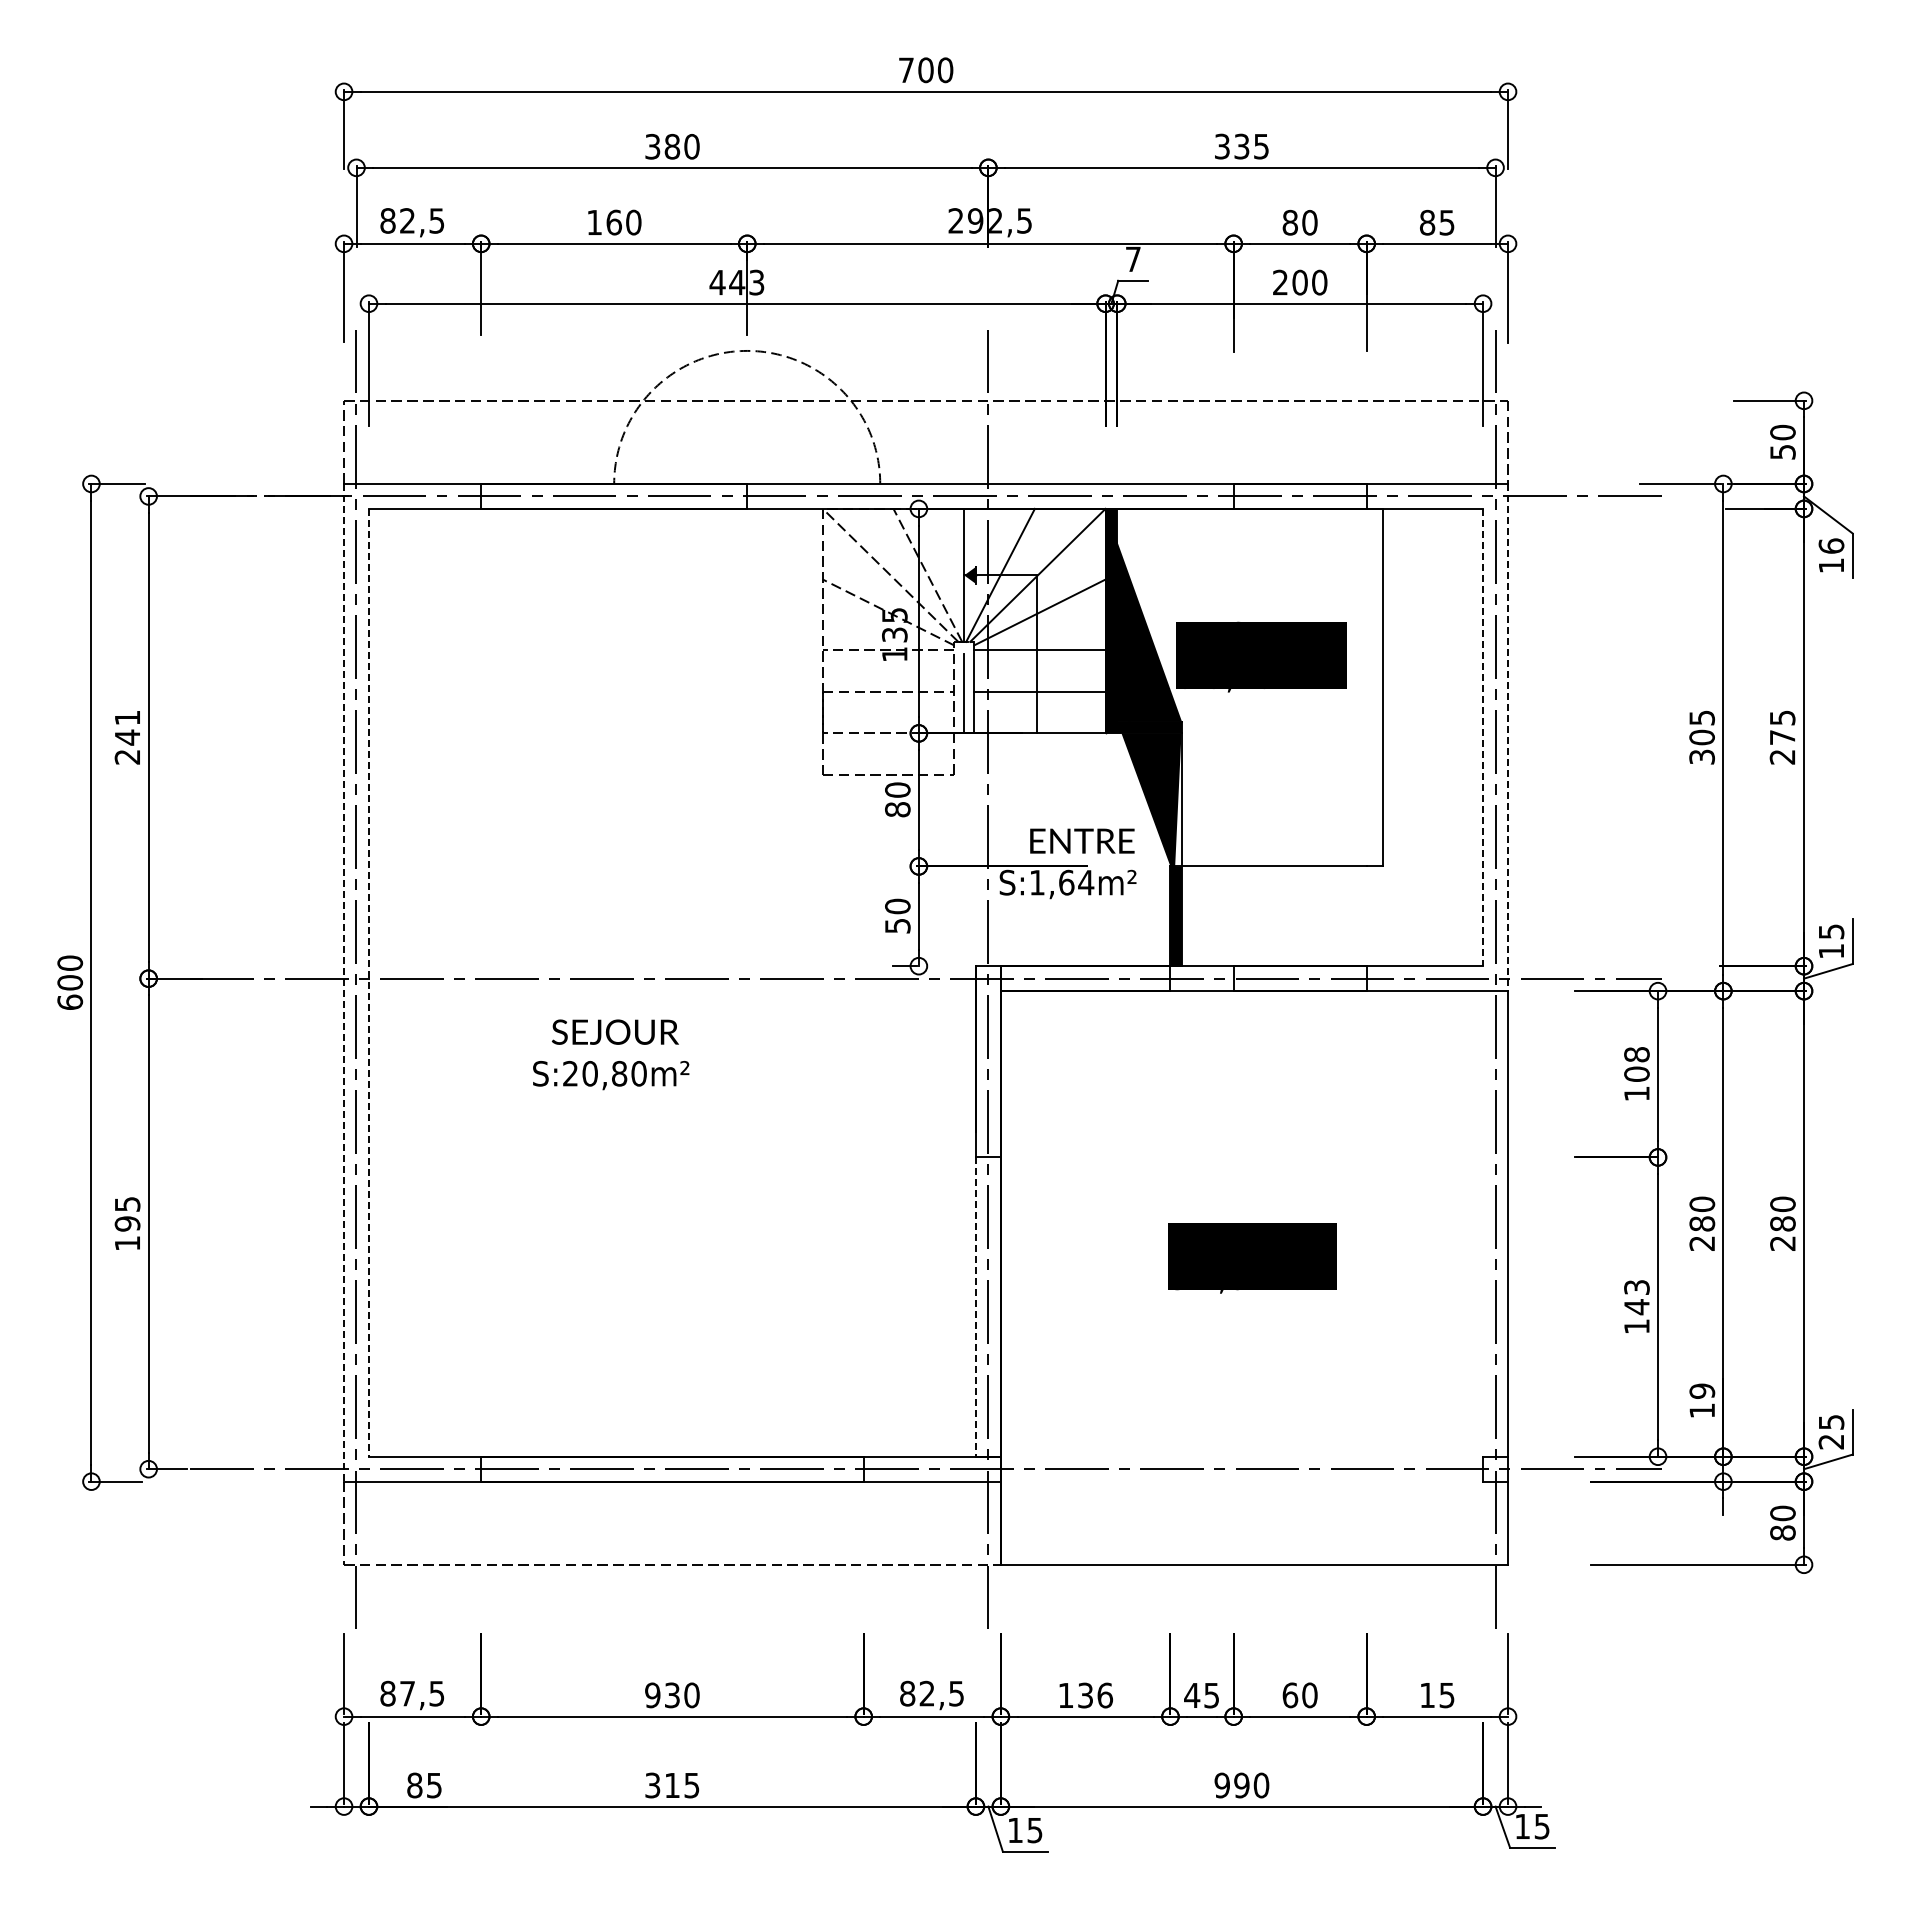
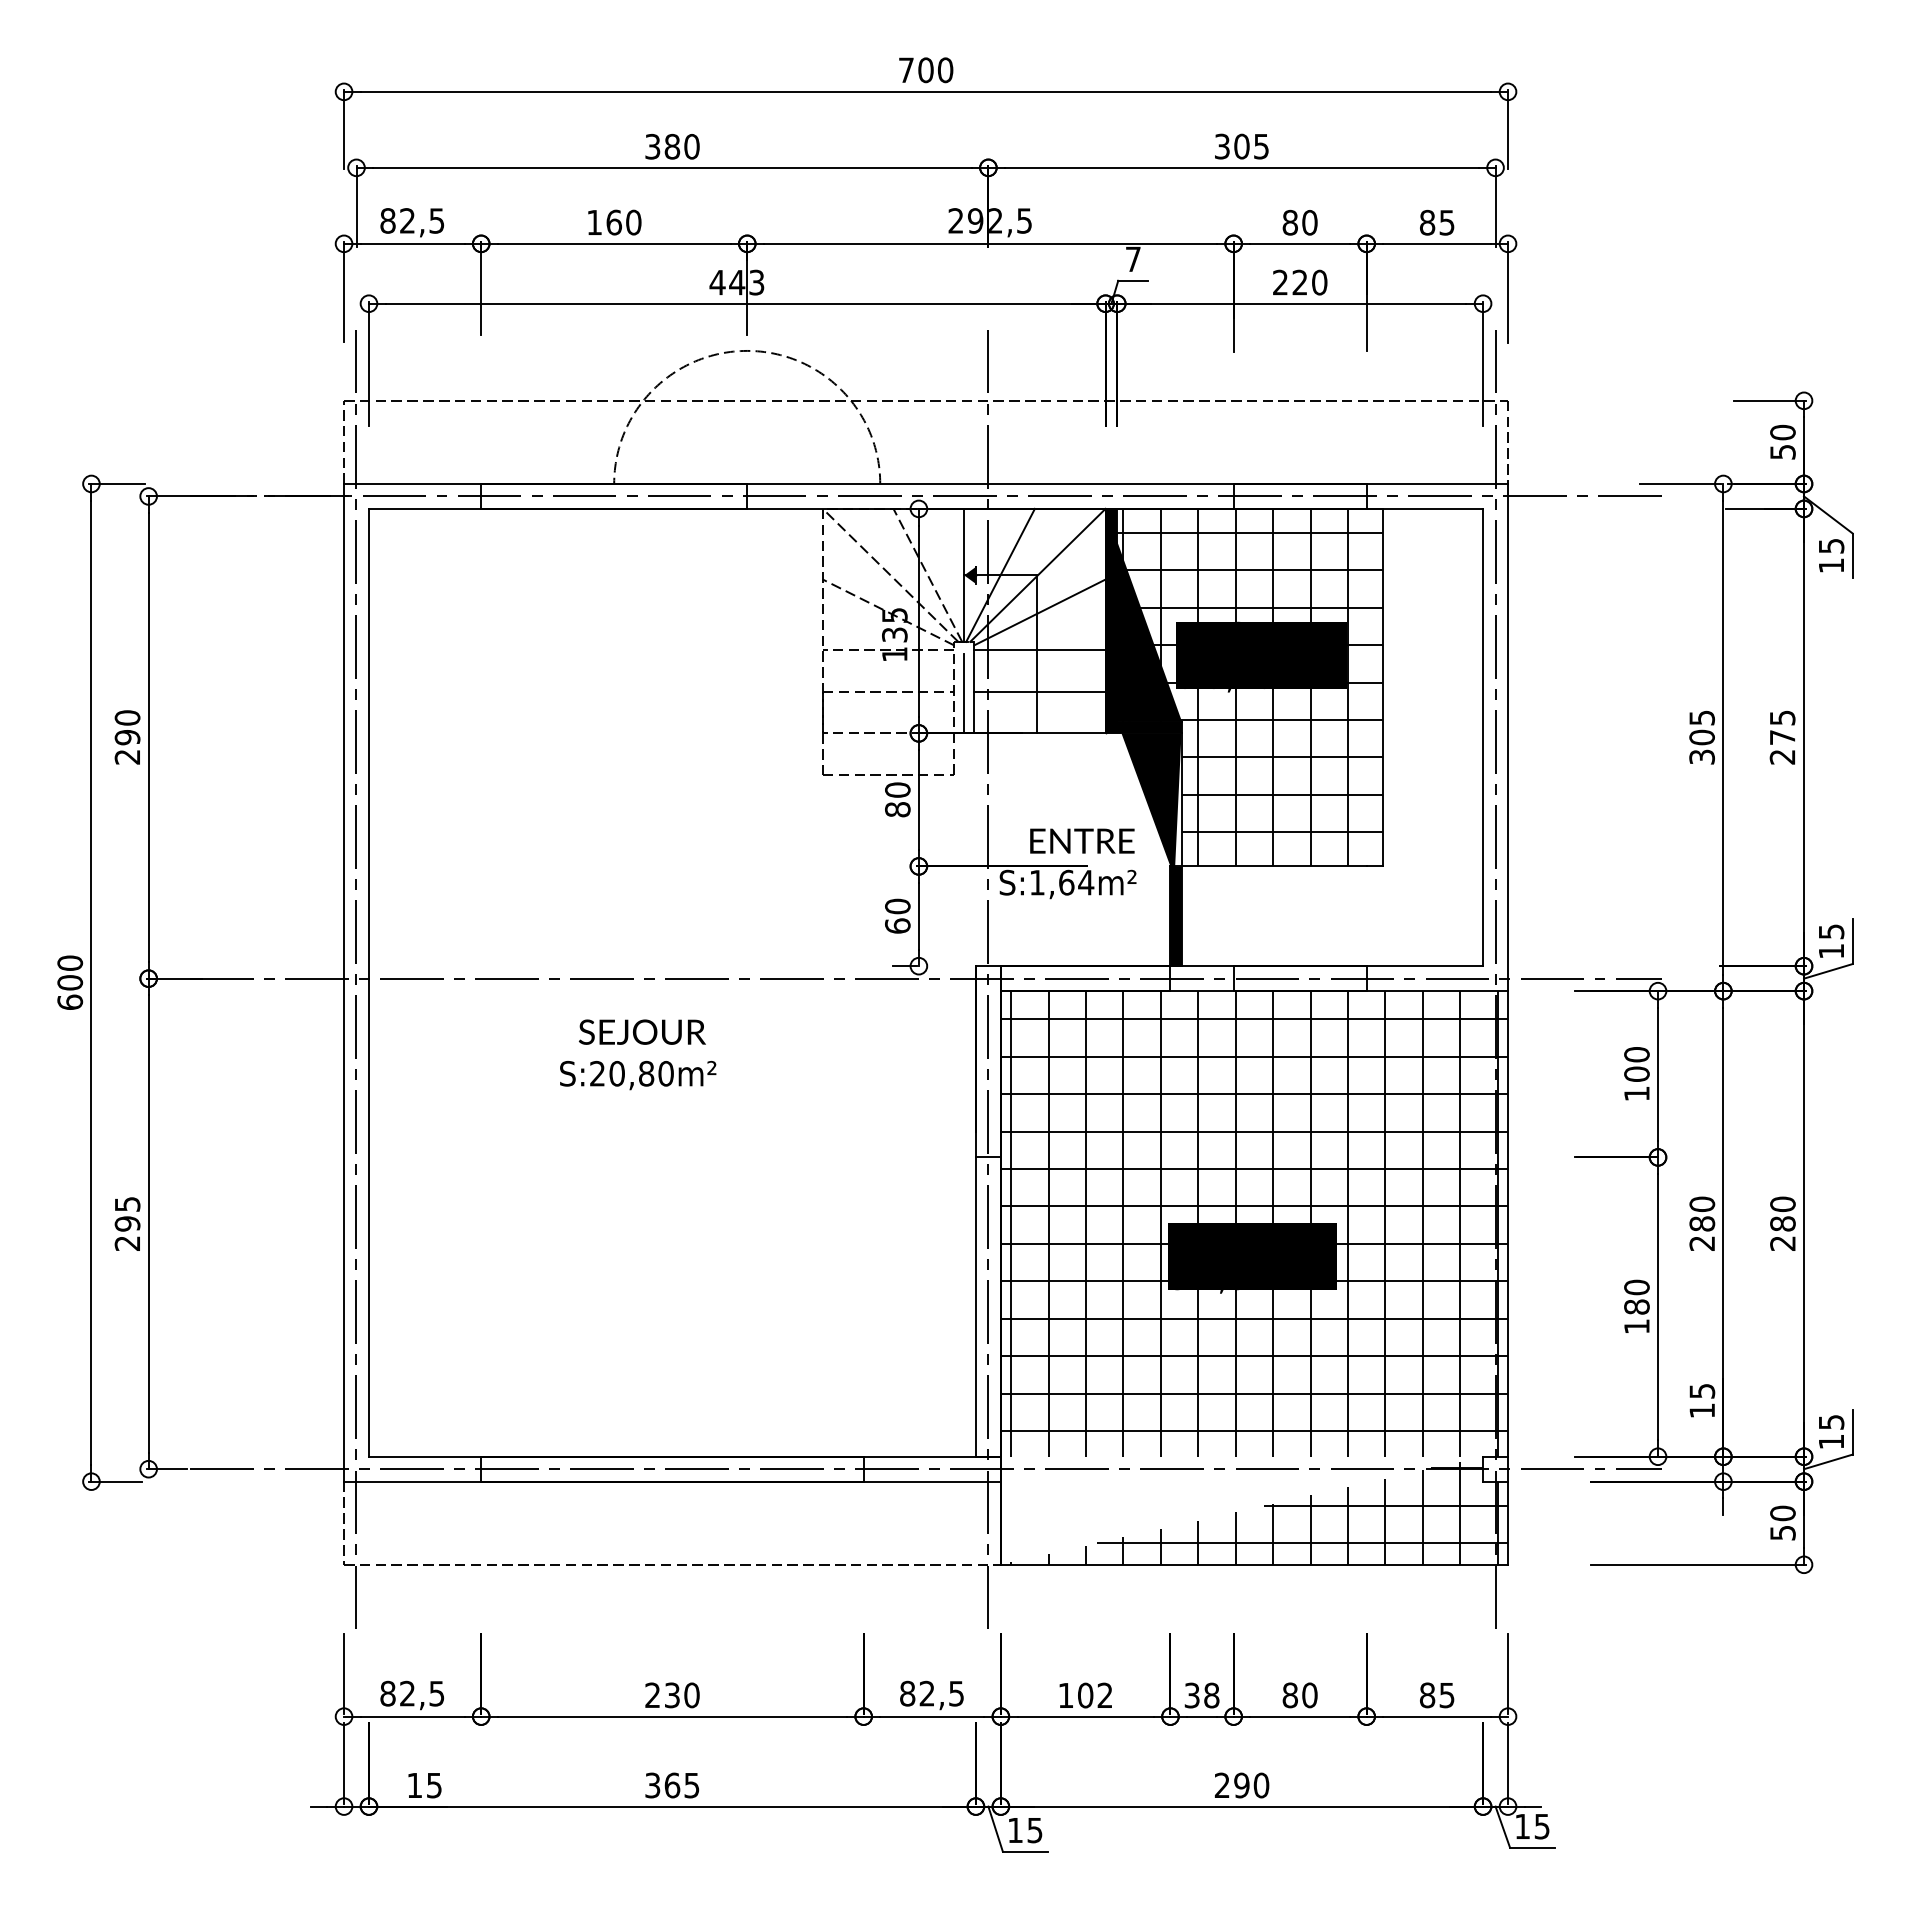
text at (1241, 146): 335 -> 305
text at (1299, 282): 200 -> 220
text at (1831, 545): 16 -> 15
hatch at (1250, 687): none -> present
text at (127, 727): 241 -> 290
line at (1483, 737): dashed -> solid
line at (1507, 737): dashed -> solid
text at (897, 925): 50 -> 60
line at (343, 982): dashed -> solid
line at (368, 982): dashed -> solid
text at (611, 1054) position: (611, 1054) -> (638, 1054)
text at (1636, 1054): 108 -> 100
text at (126, 1243): 195 -> 295
hatch at (1253, 1277): none -> present
text at (1636, 1297): 143 -> 180
line at (975, 1307): dashed -> solid
text at (1701, 1390): 19 -> 15
text at (1830, 1442): 25 -> 15
text at (1782, 1532): 80 -> 50
text at (407, 1693): 87,5 -> 82,5
text at (652, 1695): 930 -> 230
text at (1095, 1695): 136 -> 102
text at (1201, 1695): 45 -> 38
text at (1290, 1695): 60 -> 80
text at (1427, 1695): 15 -> 85
text at (414, 1785): 85 -> 15
text at (672, 1785): 315 -> 365
text at (1221, 1785): 990 -> 290
